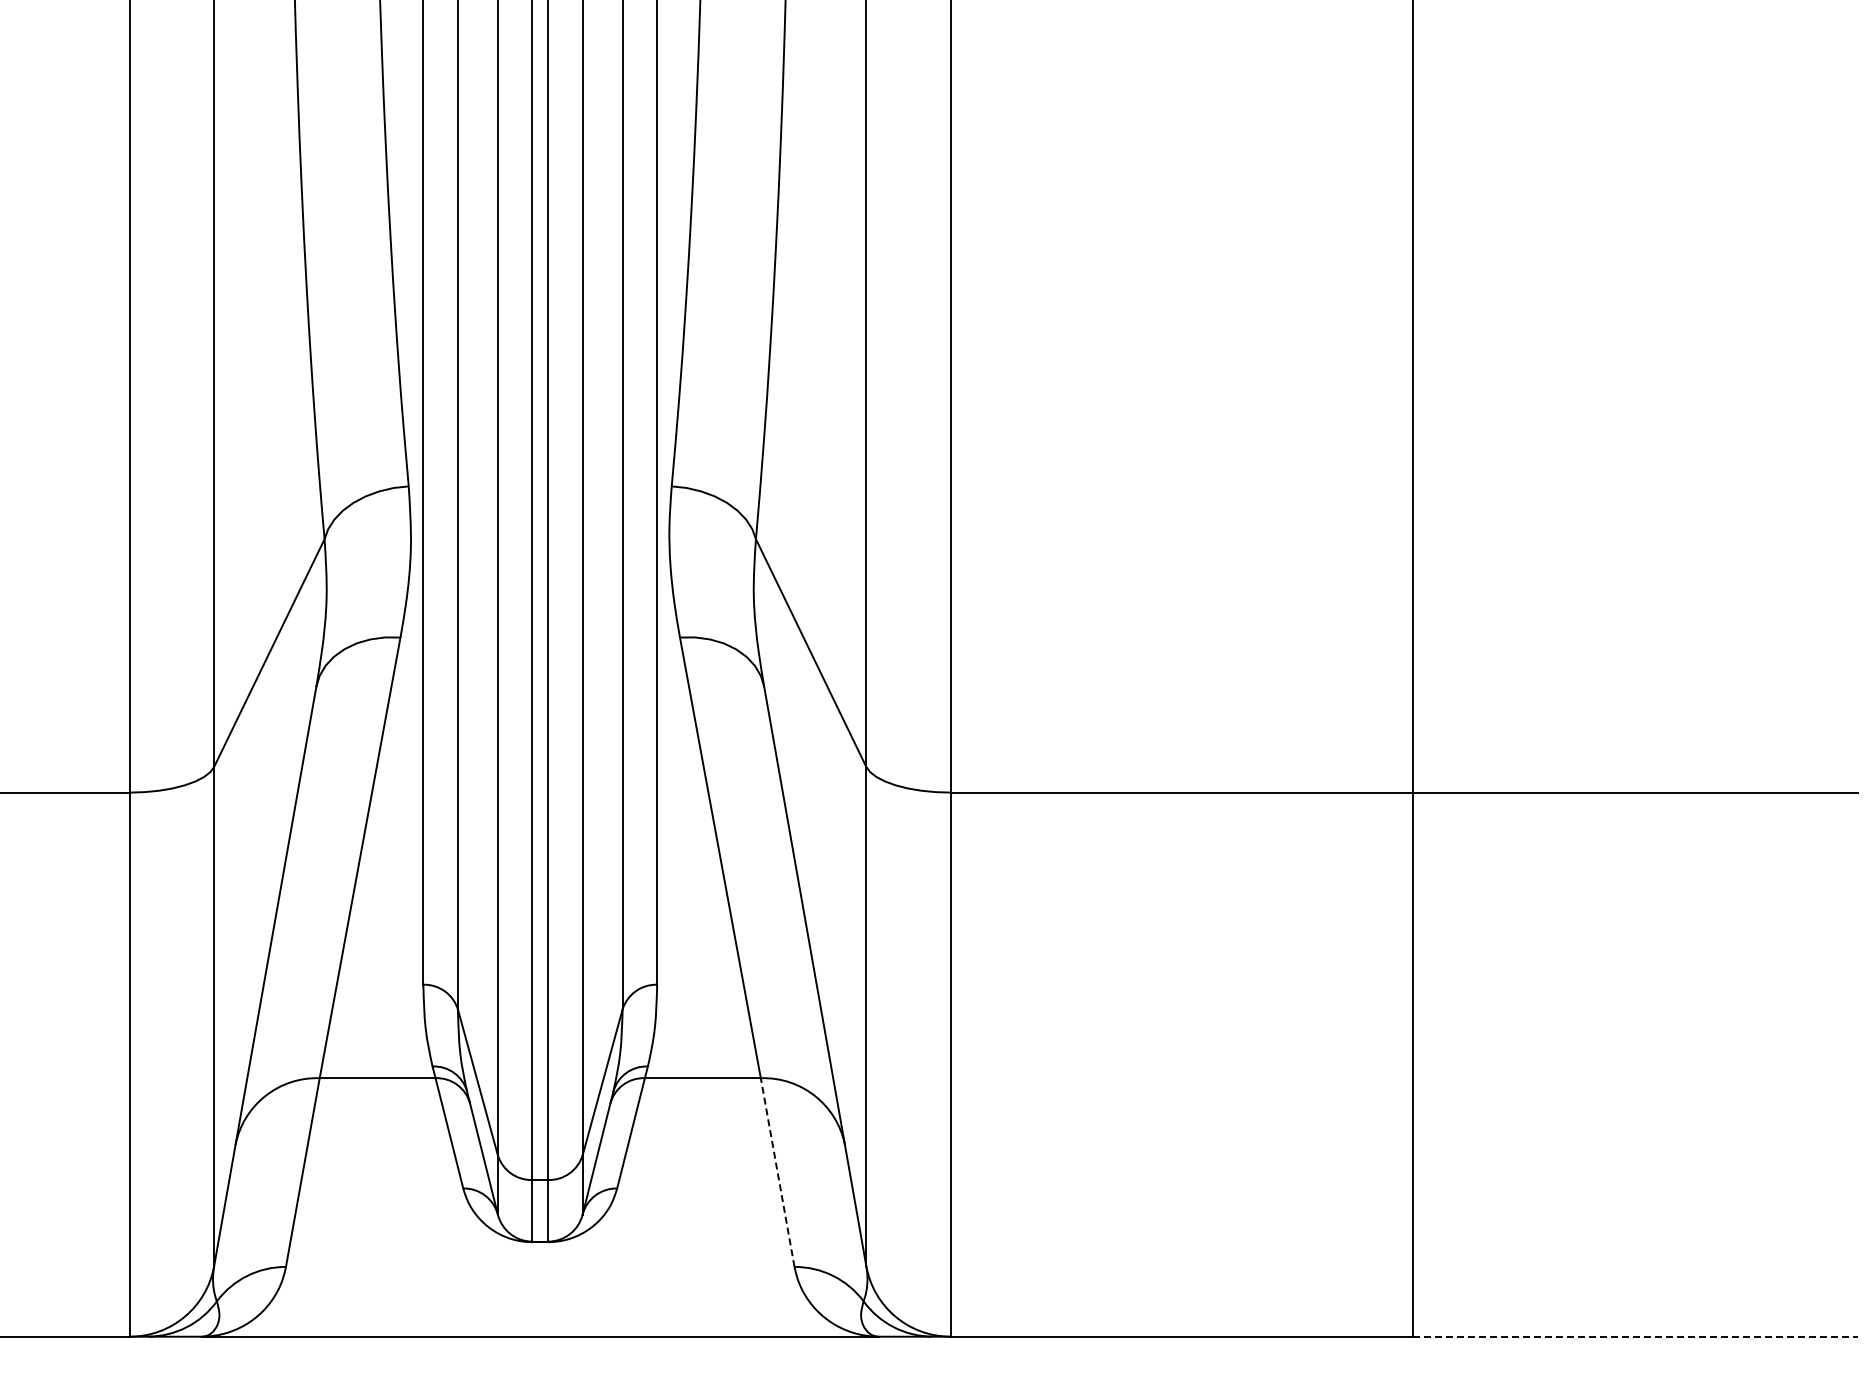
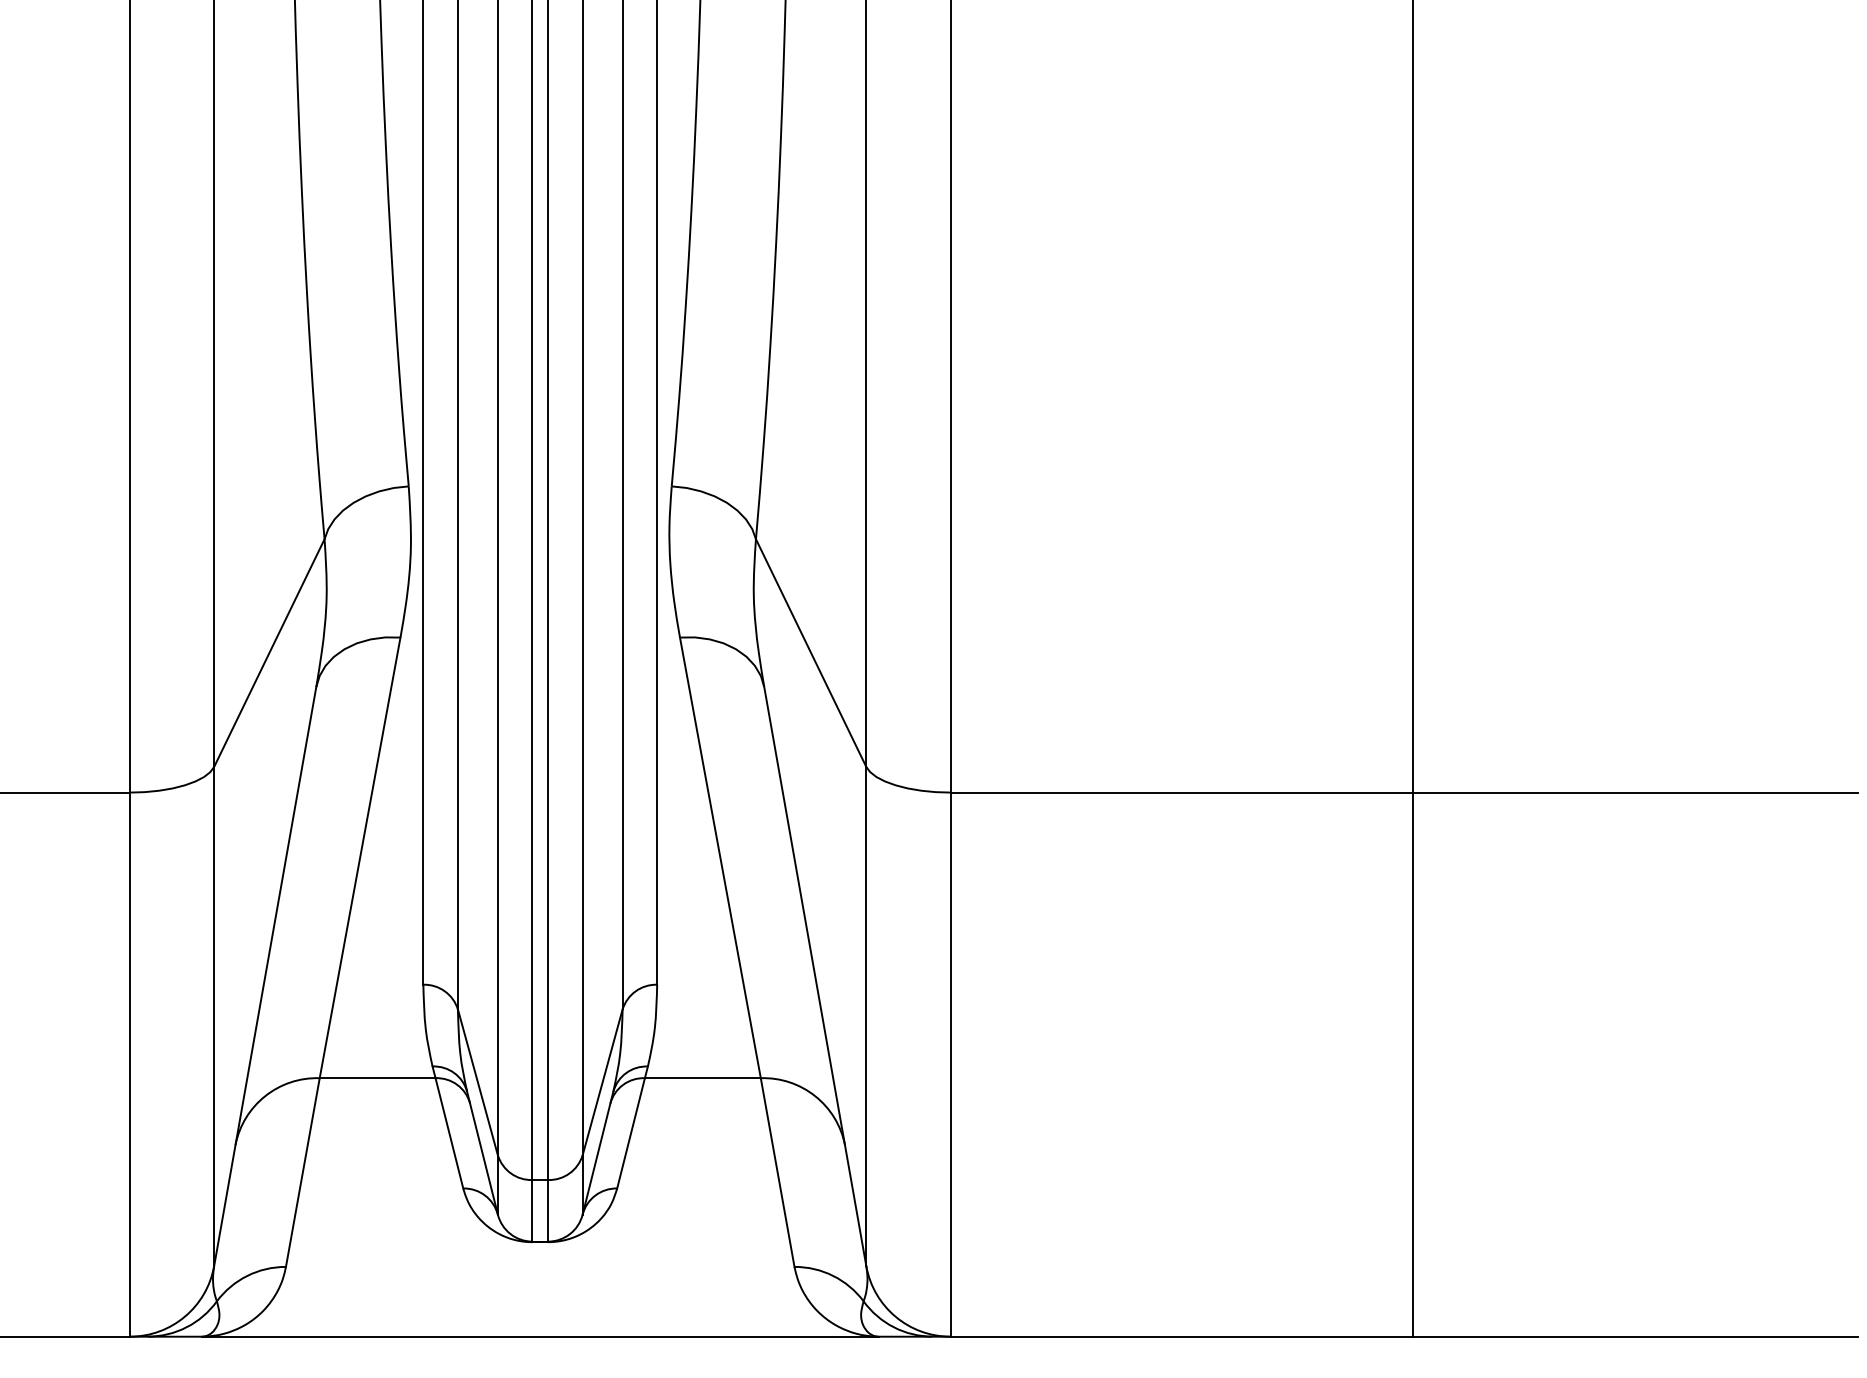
line at (777, 1172): dashed -> solid
line at (1636, 1336): dashed -> solid
